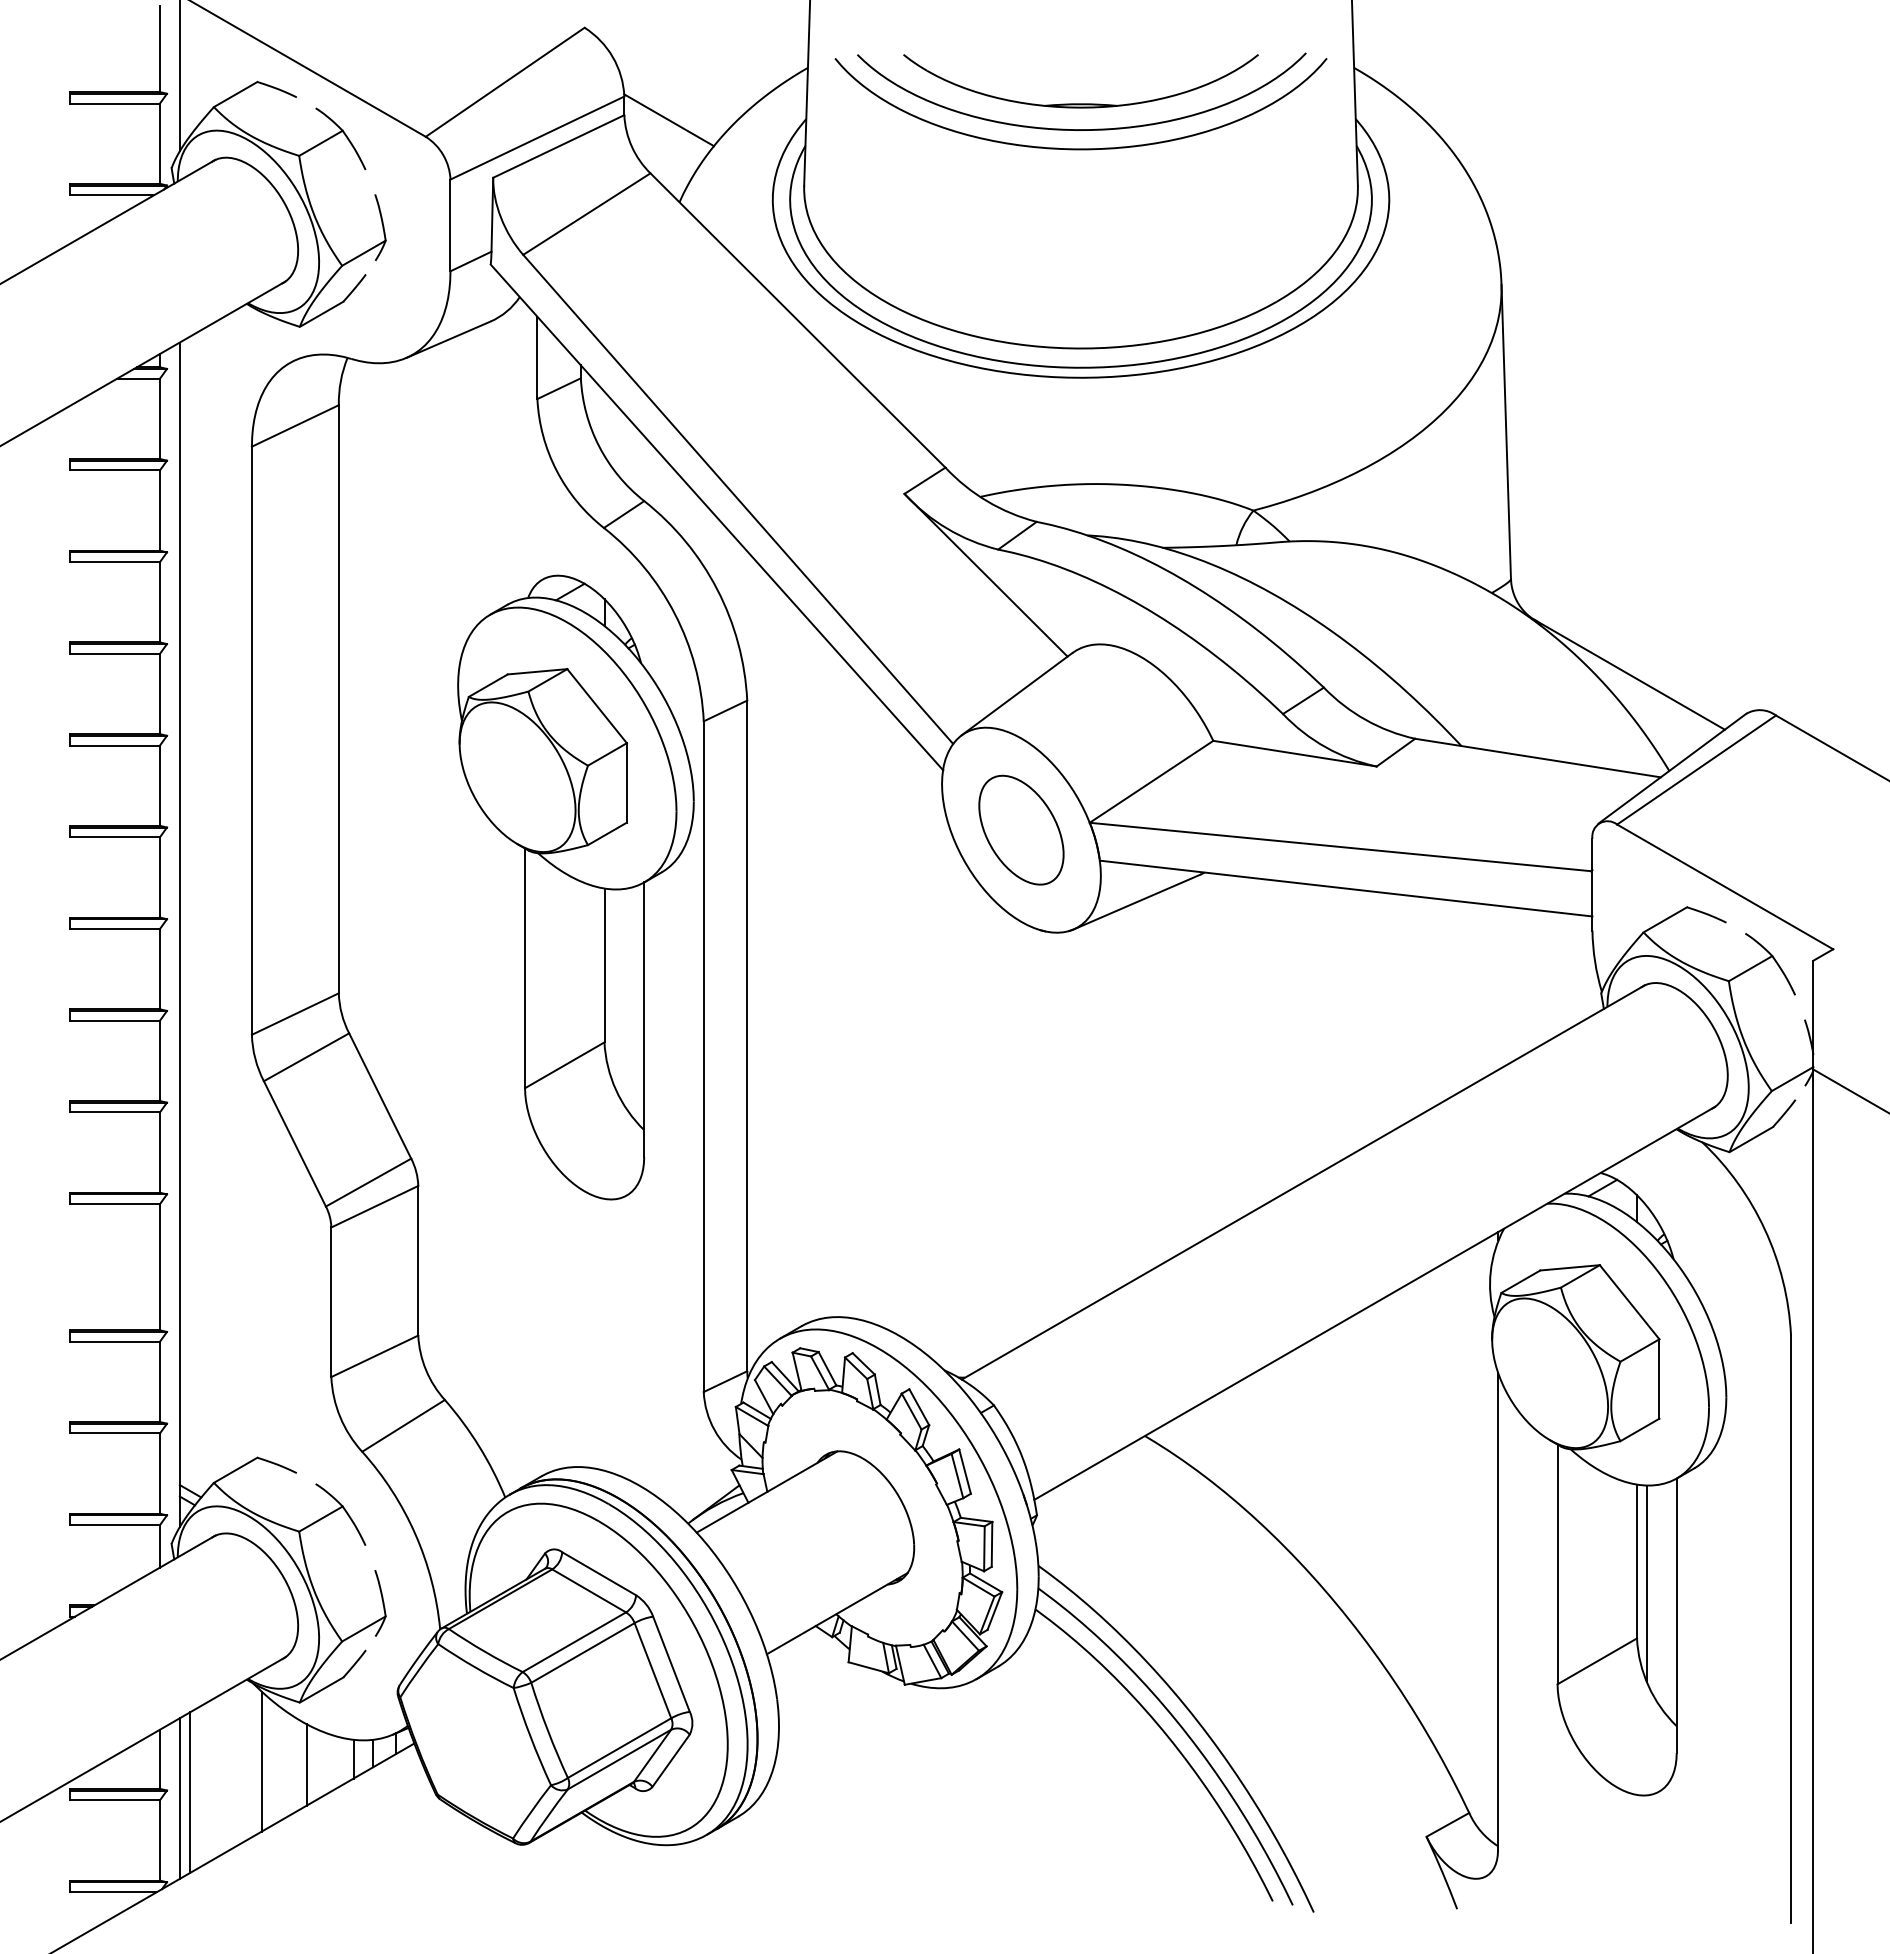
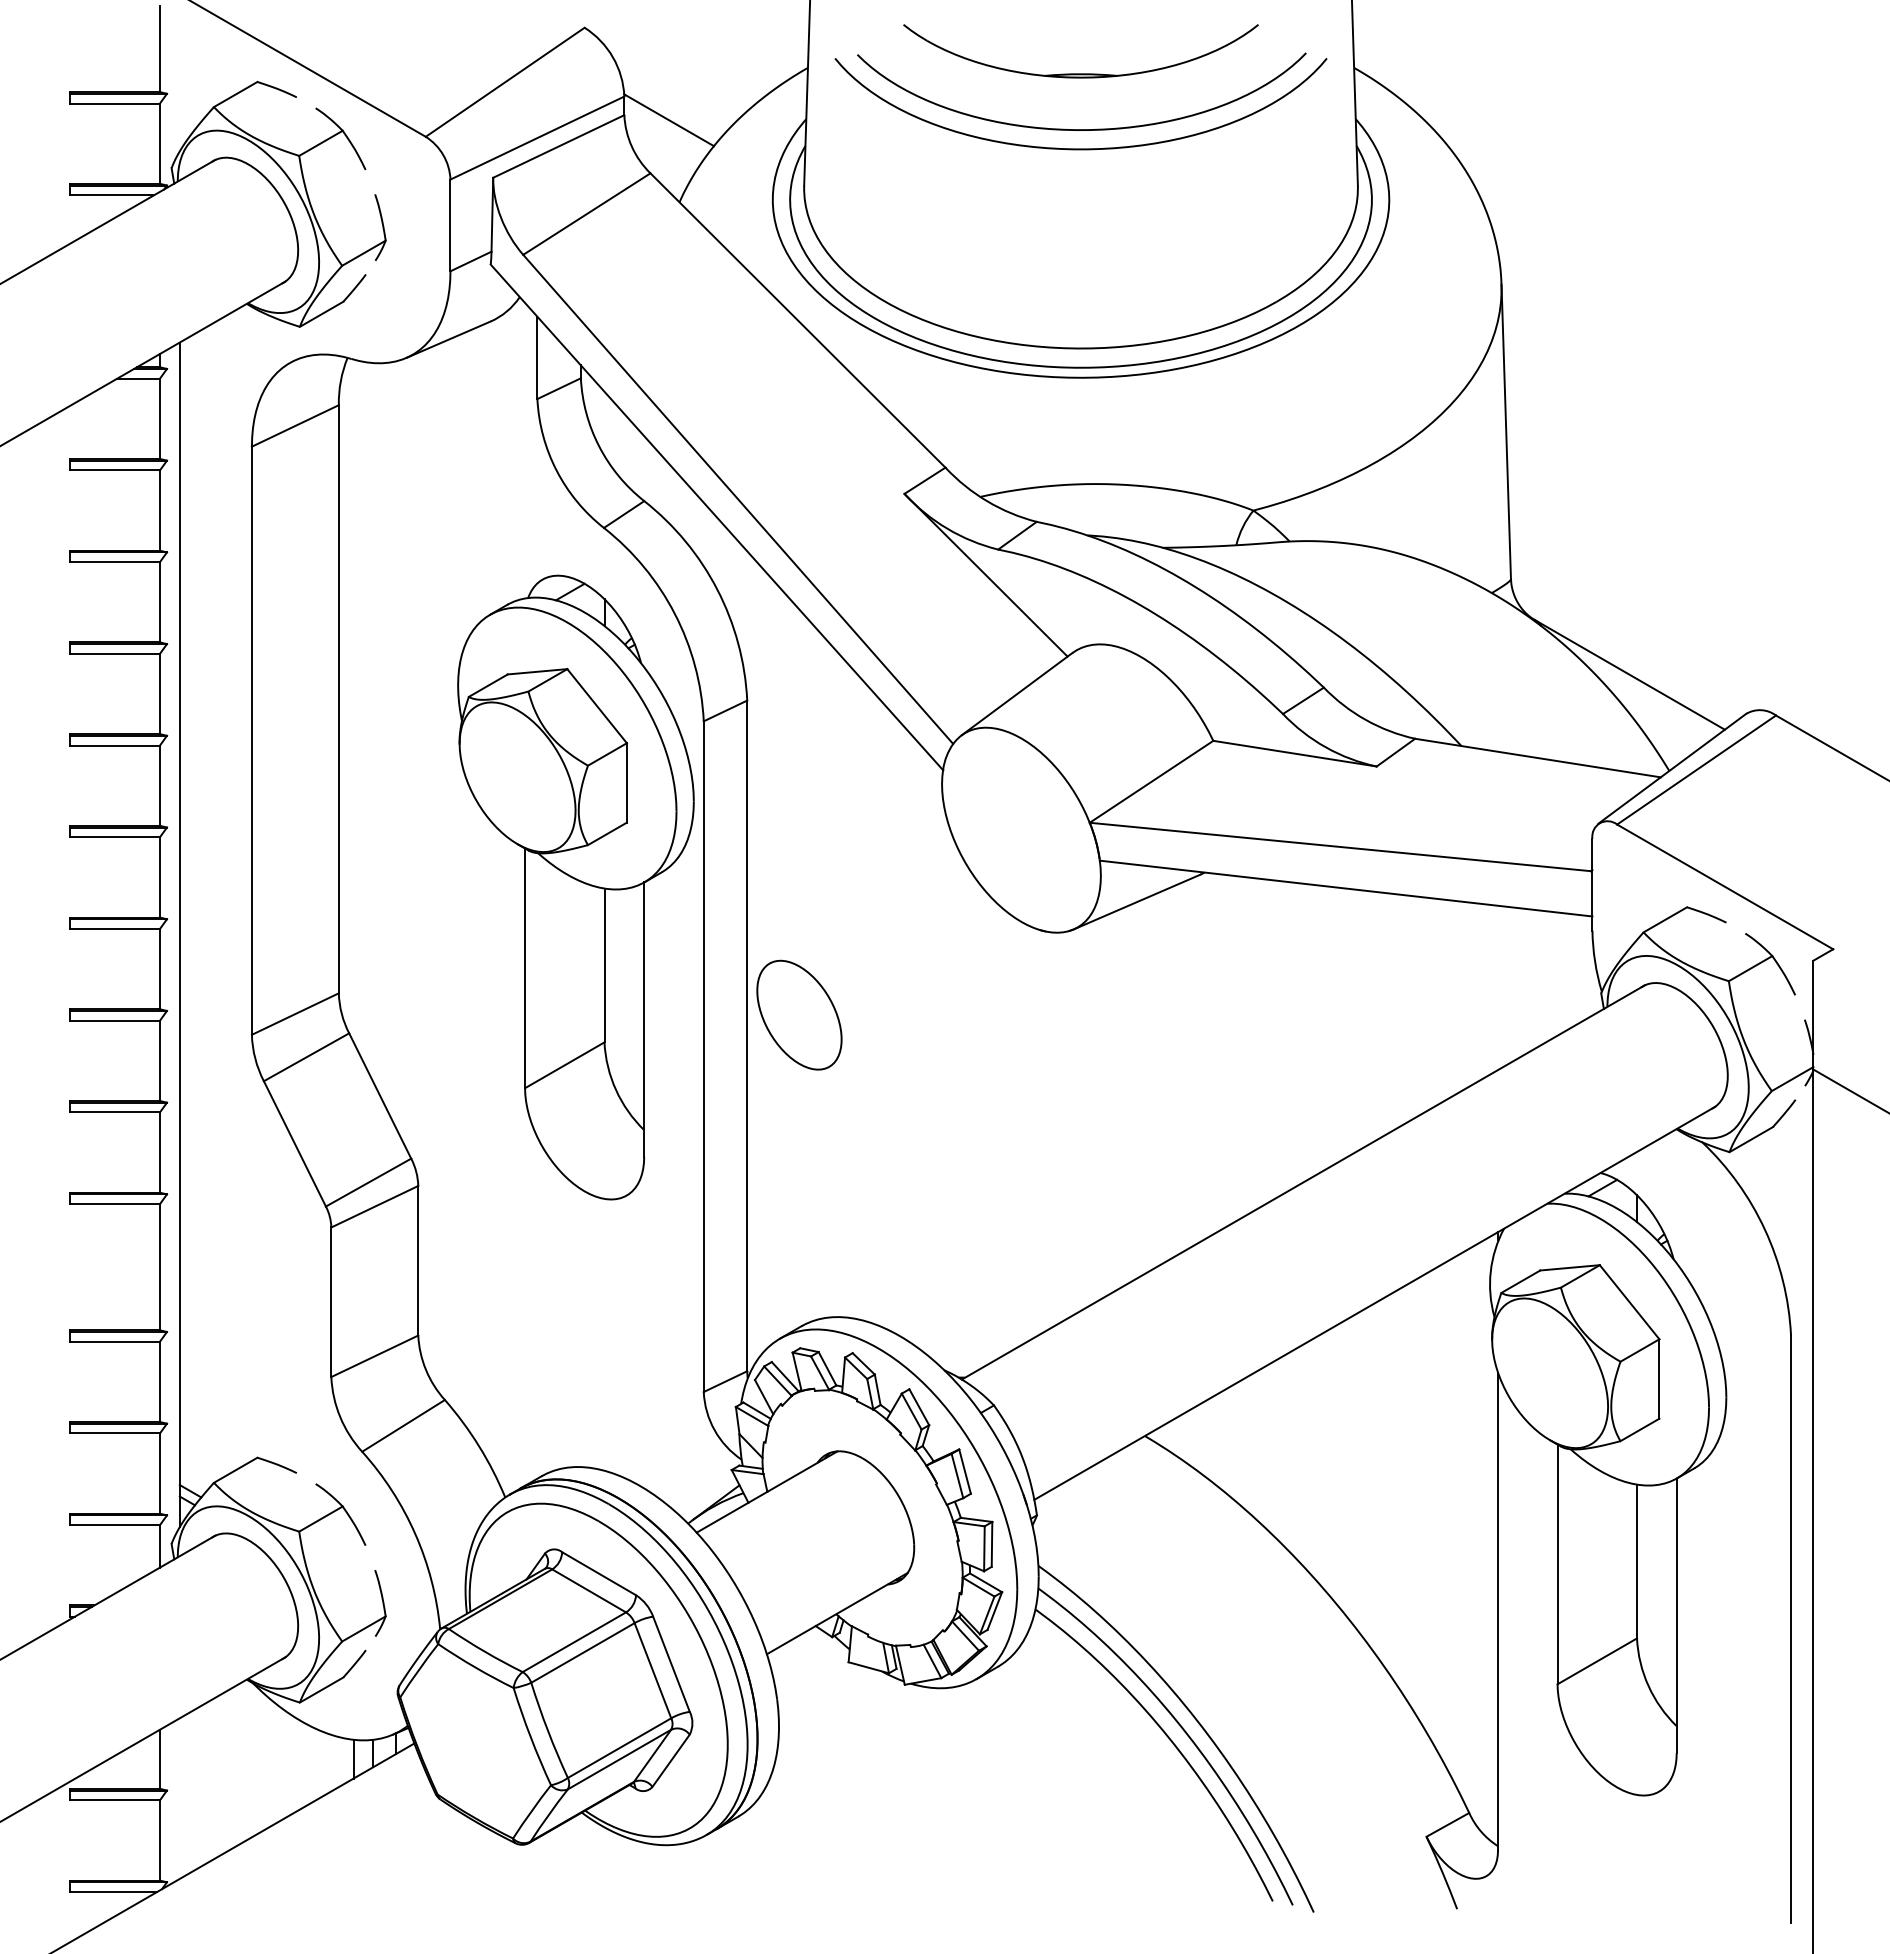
line at (179, 76): present -> none
part at (1080, 103) position: (1080, 103) -> (1080, 73)
part at (1021, 829) position: (1021, 829) -> (799, 1014)
line at (1646, 1583): present -> none
line at (261, 1761): present -> none
line at (306, 1764): present -> none
line at (190, 1792): present -> none
line at (179, 1798): present -> none
